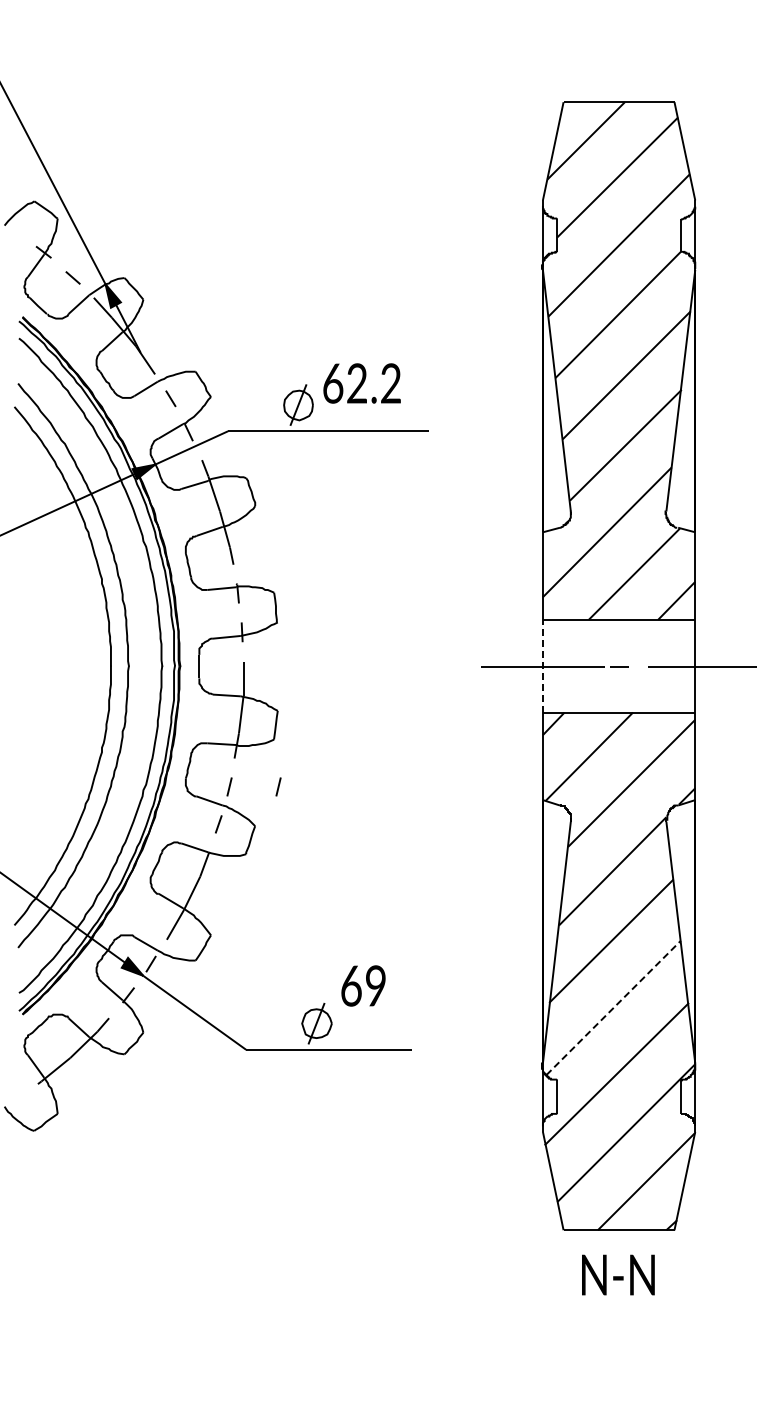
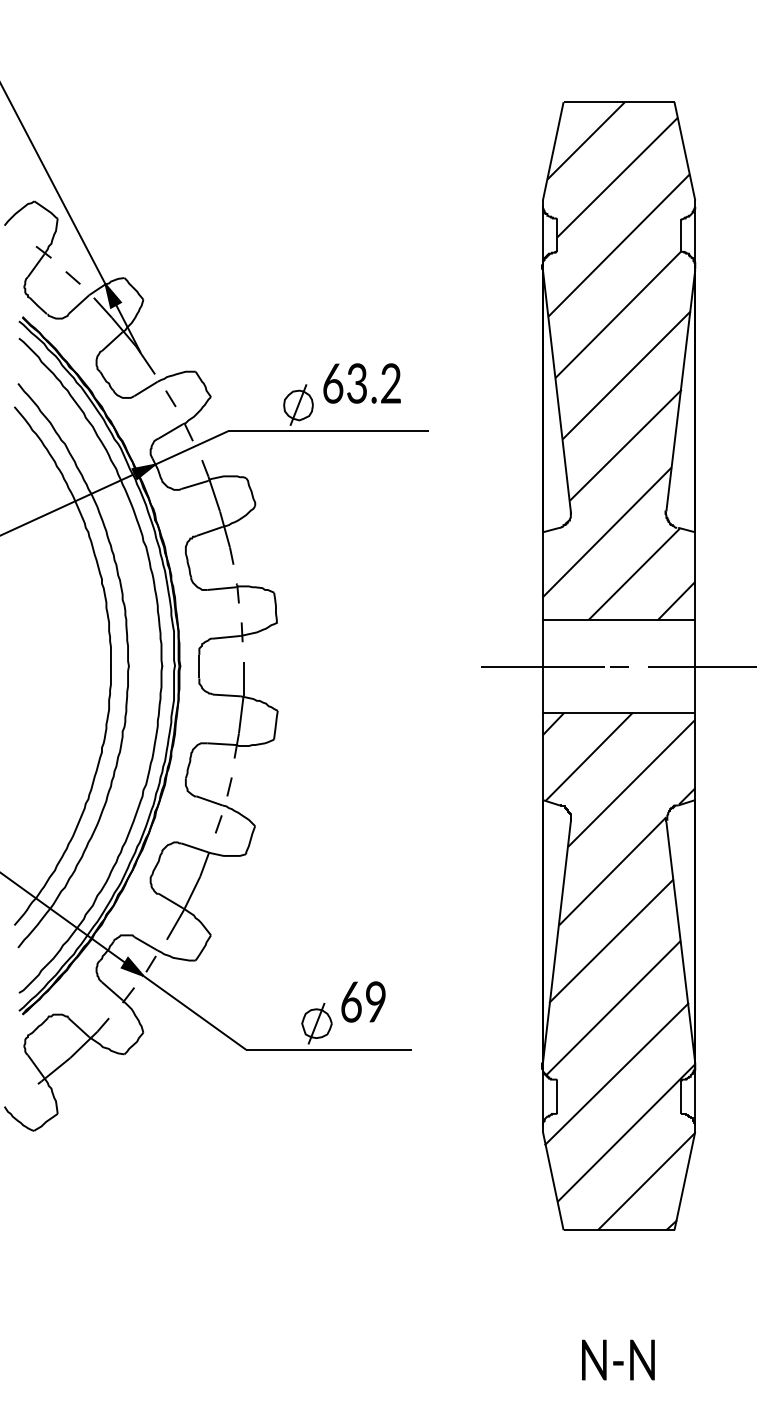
text at (356, 384): 62.2 -> 63.2
line at (542, 667): dashed -> solid
line at (278, 786): present -> none
text at (363, 985) position: (363, 985) -> (363, 1001)
line at (613, 1007): dashed -> solid
text at (618, 1274) position: (618, 1274) -> (618, 1359)
